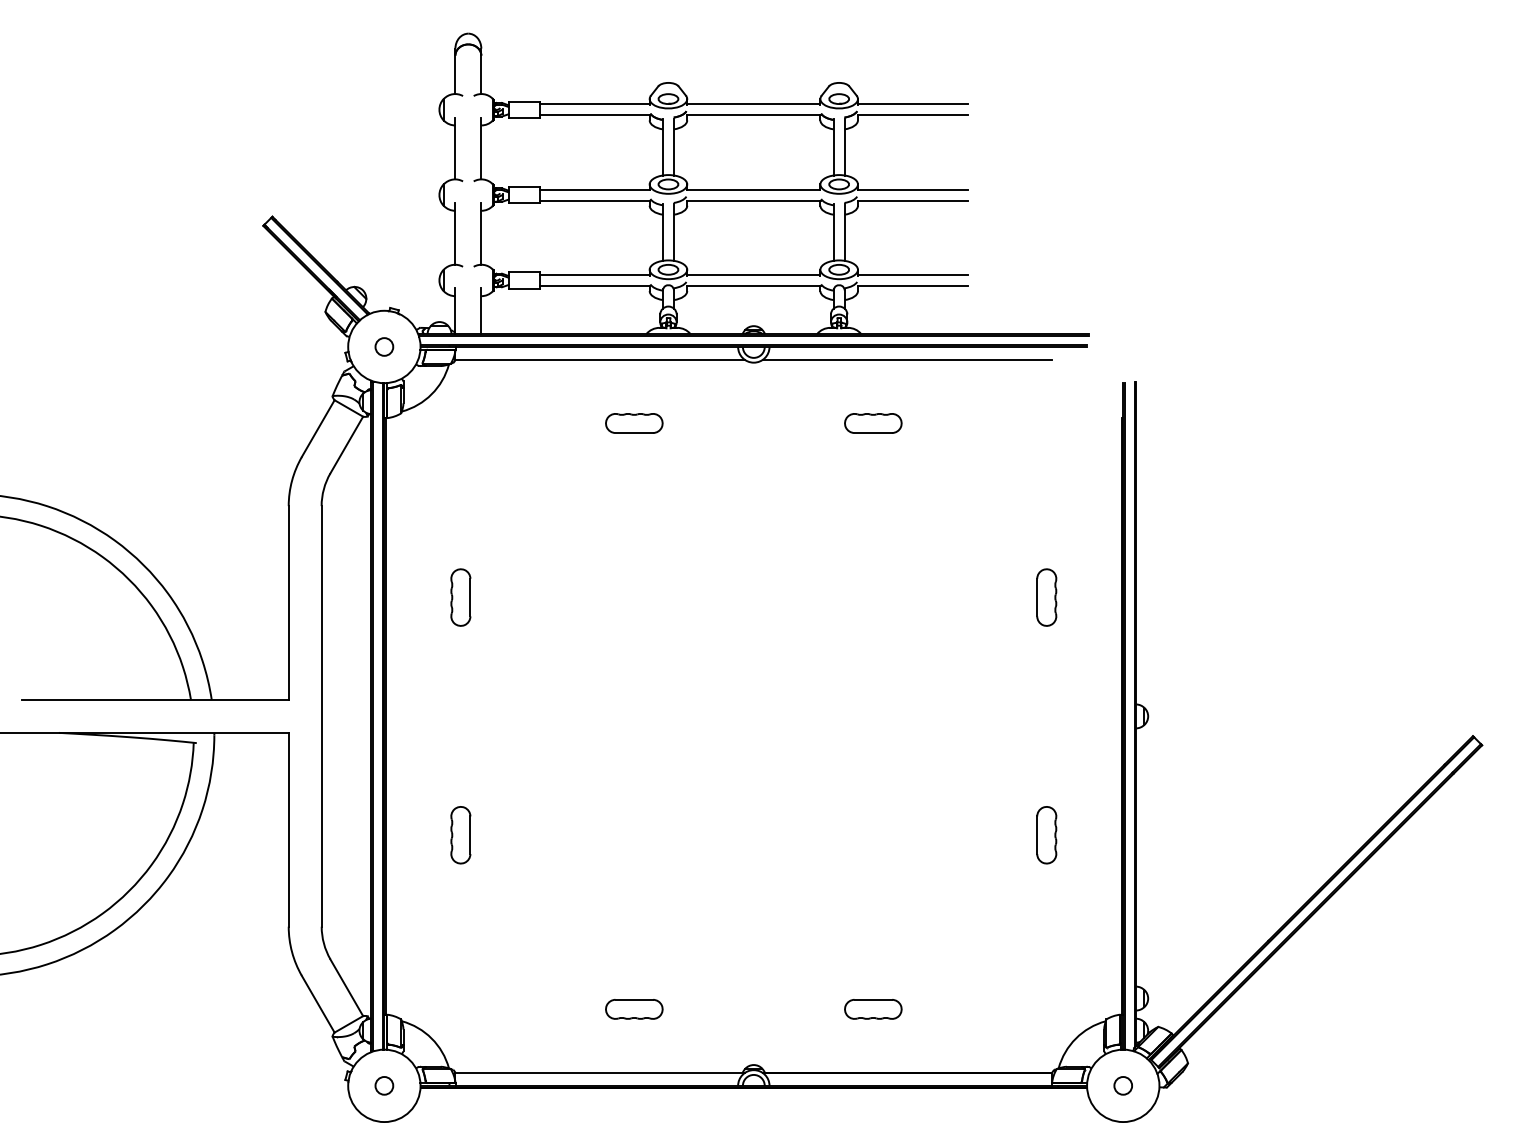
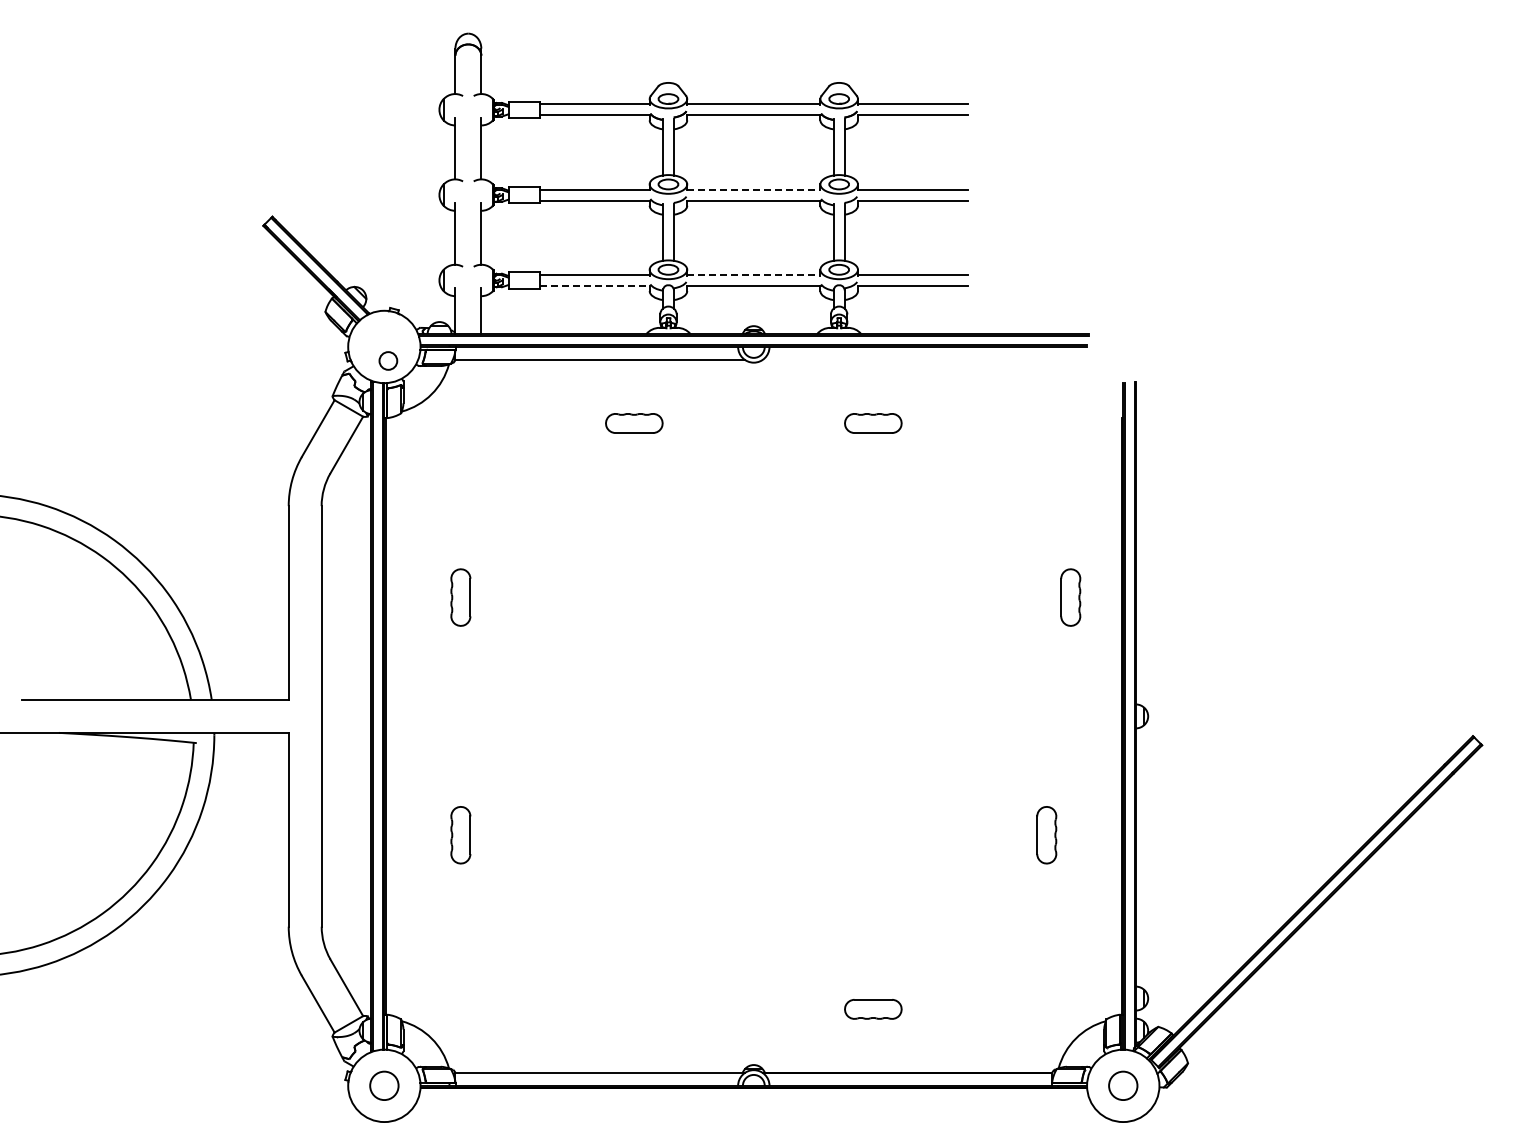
line at (753, 189): solid -> dashed
line at (753, 275): solid -> dashed
line at (595, 285): solid -> dashed
circle at (384, 346) position: (384, 346) -> (388, 360)
line at (907, 359): present -> none
part at (1046, 597) position: (1046, 597) -> (1070, 597)
part at (634, 1009): present -> none
circle at (384, 1085) diameter: 18 px -> 28 px
circle at (1123, 1085) diameter: 18 px -> 28 px
